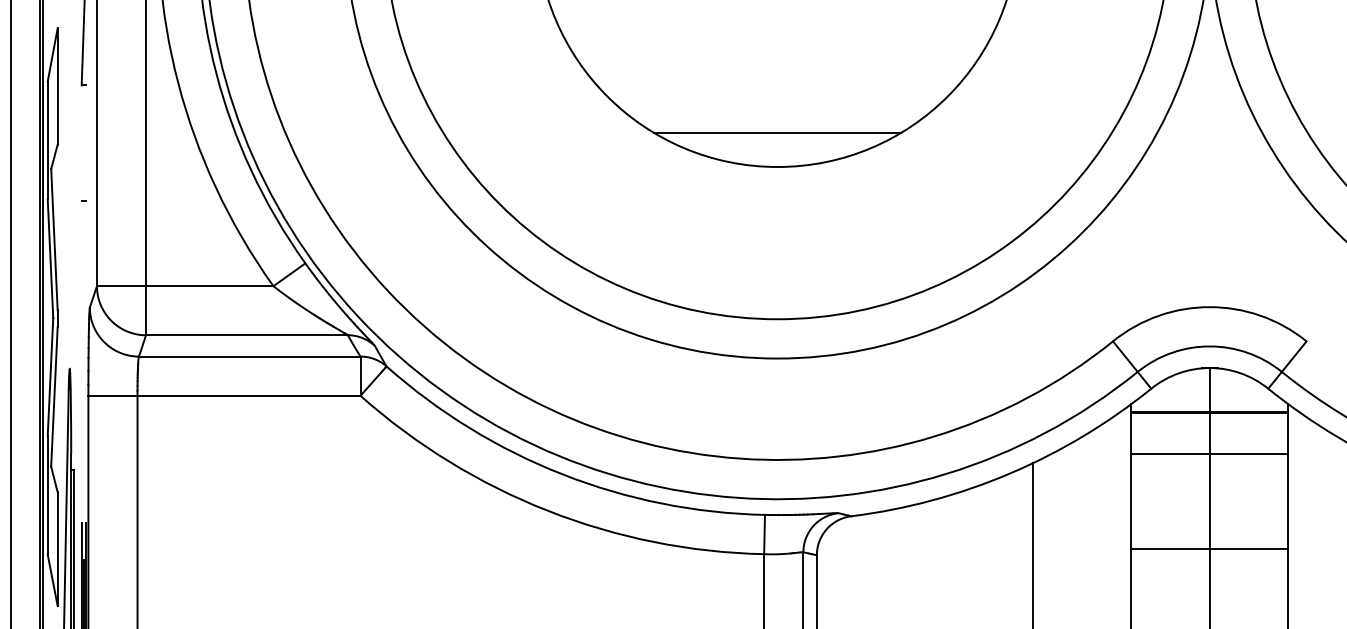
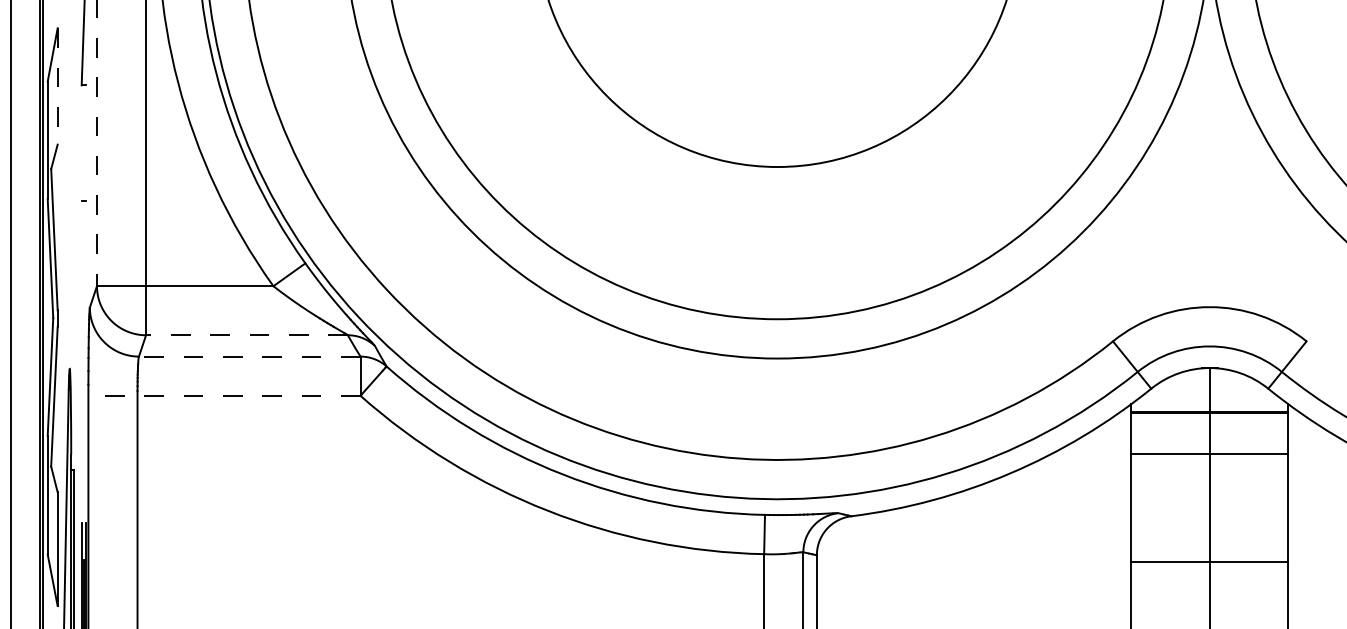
line at (57, 86): solid -> dashed
line at (777, 132): present -> none
line at (96, 143): solid -> dashed
line at (246, 335): solid -> dashed
line at (249, 356): solid -> dashed
line at (223, 395): solid -> dashed
line at (1032, 544): present -> none
line at (1209, 548) position: (1209, 548) -> (1209, 561)
